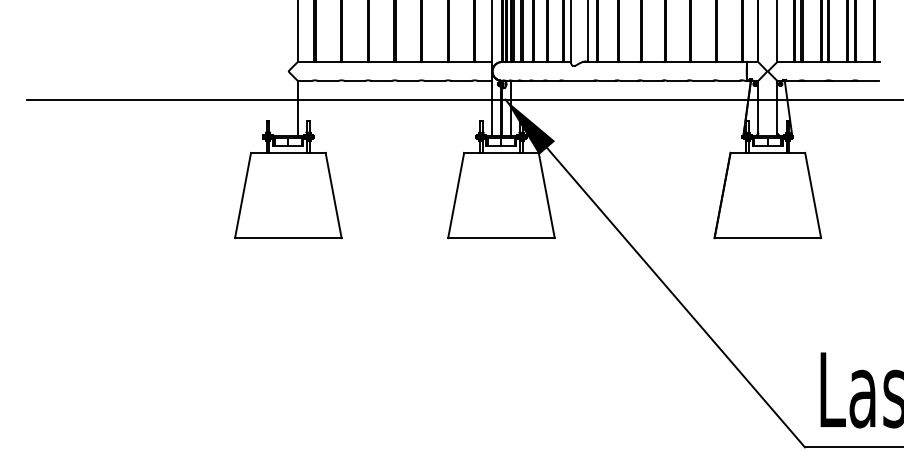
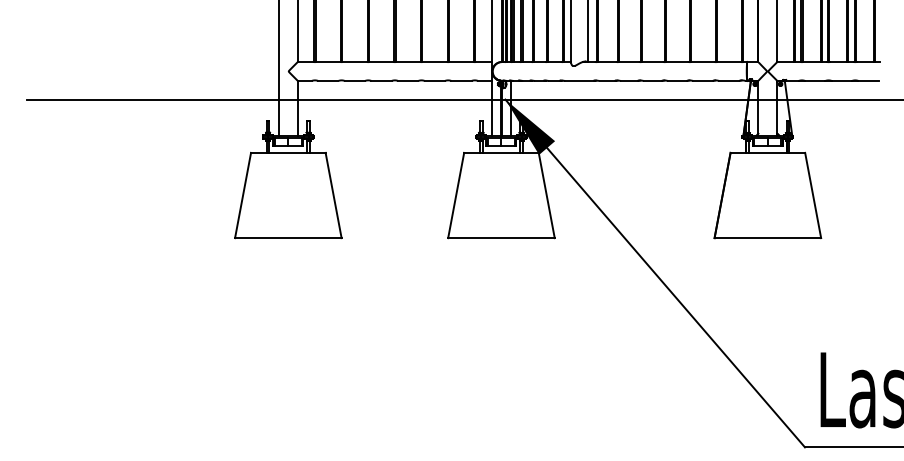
line at (278, 68): none -> present
